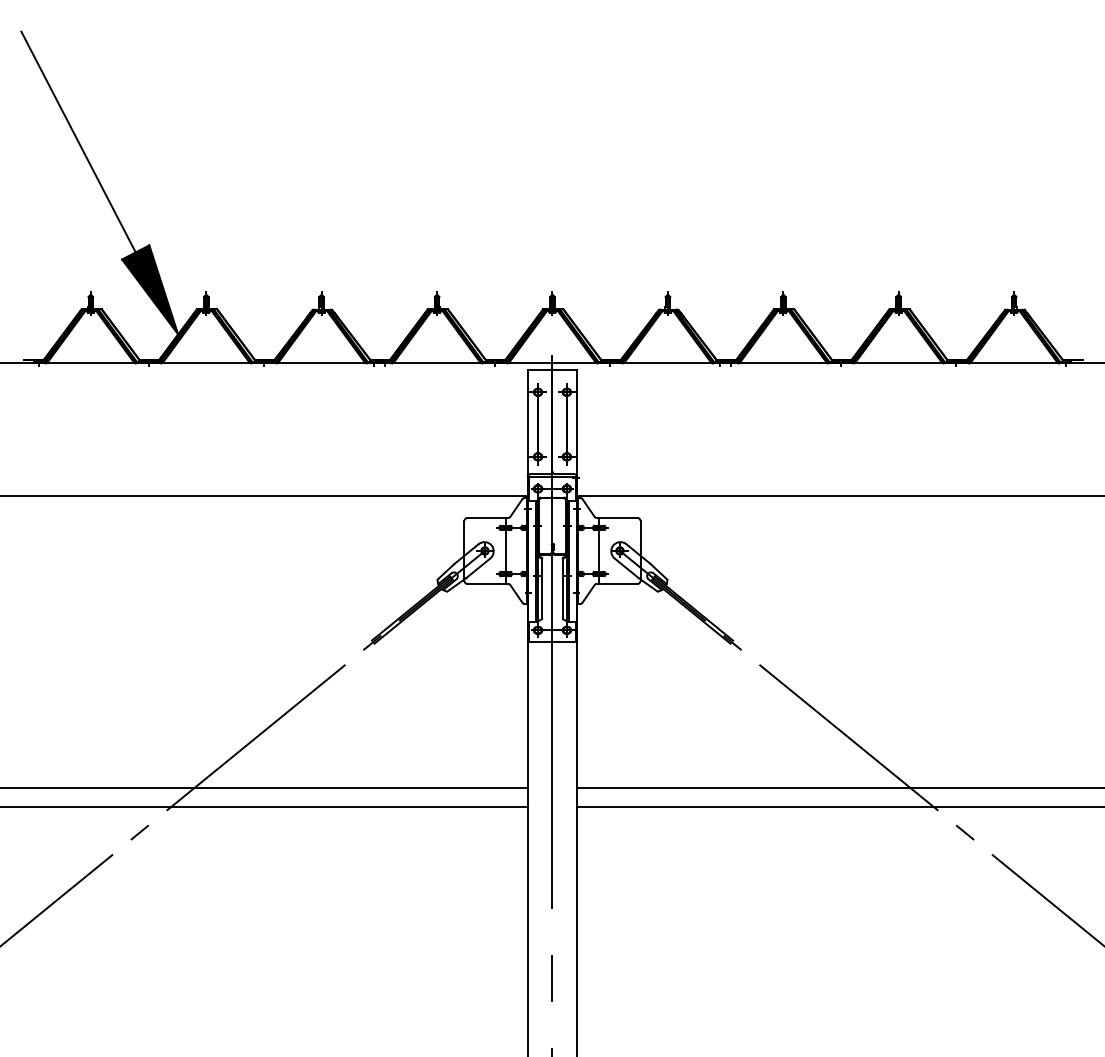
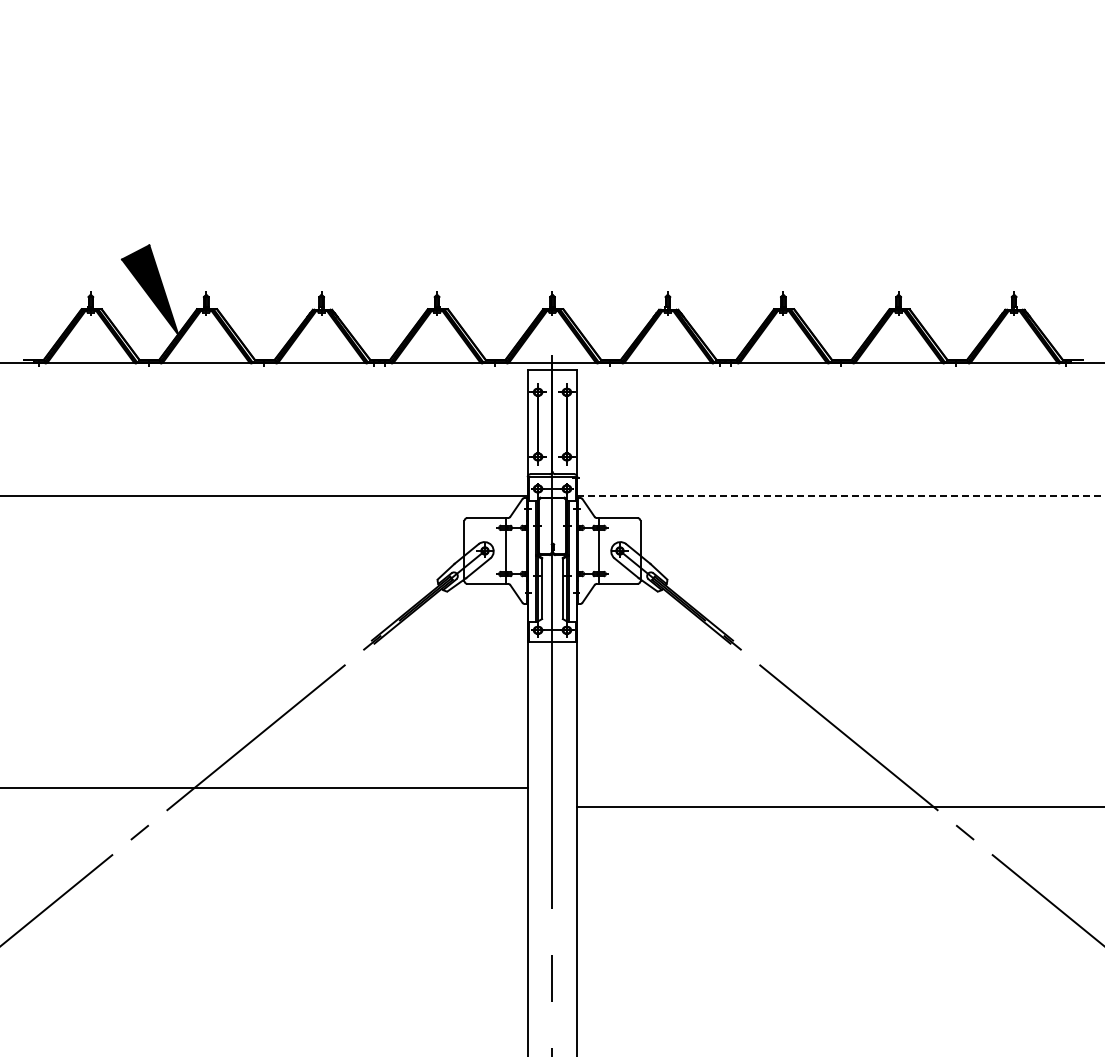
line at (78, 141): present -> none
line at (841, 496): solid -> dashed
line at (839, 788): present -> none
line at (264, 807): present -> none
